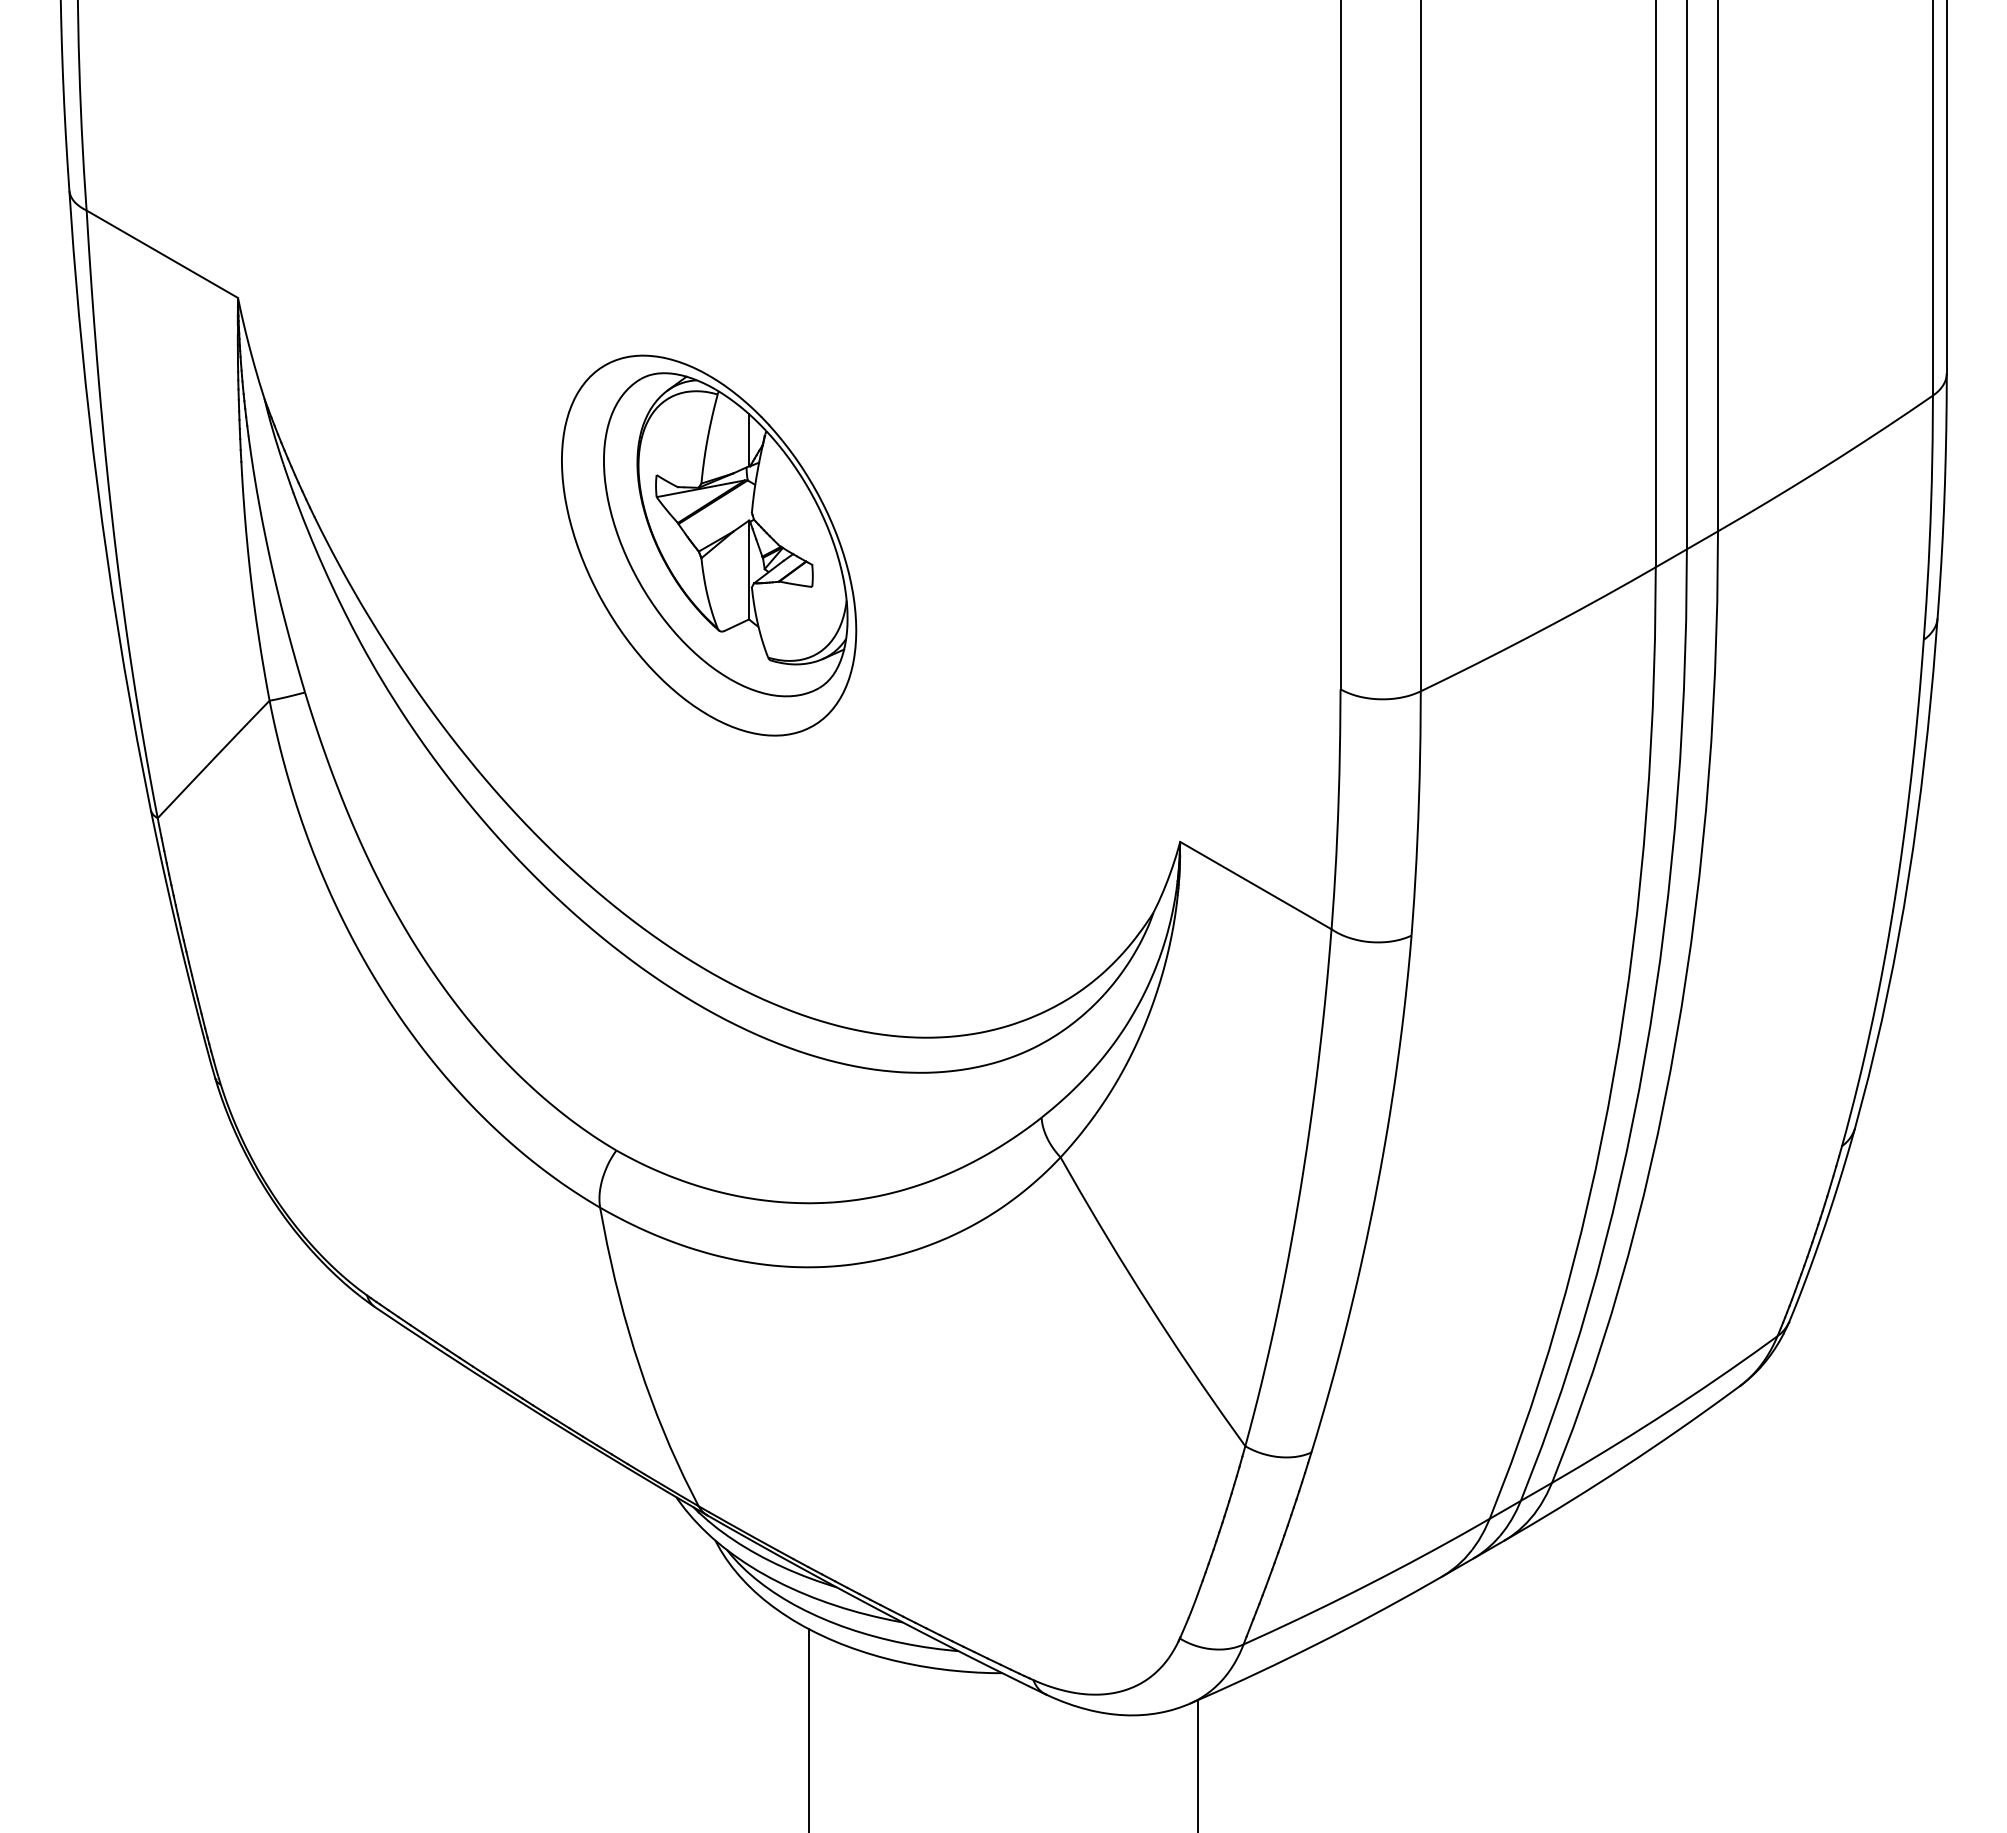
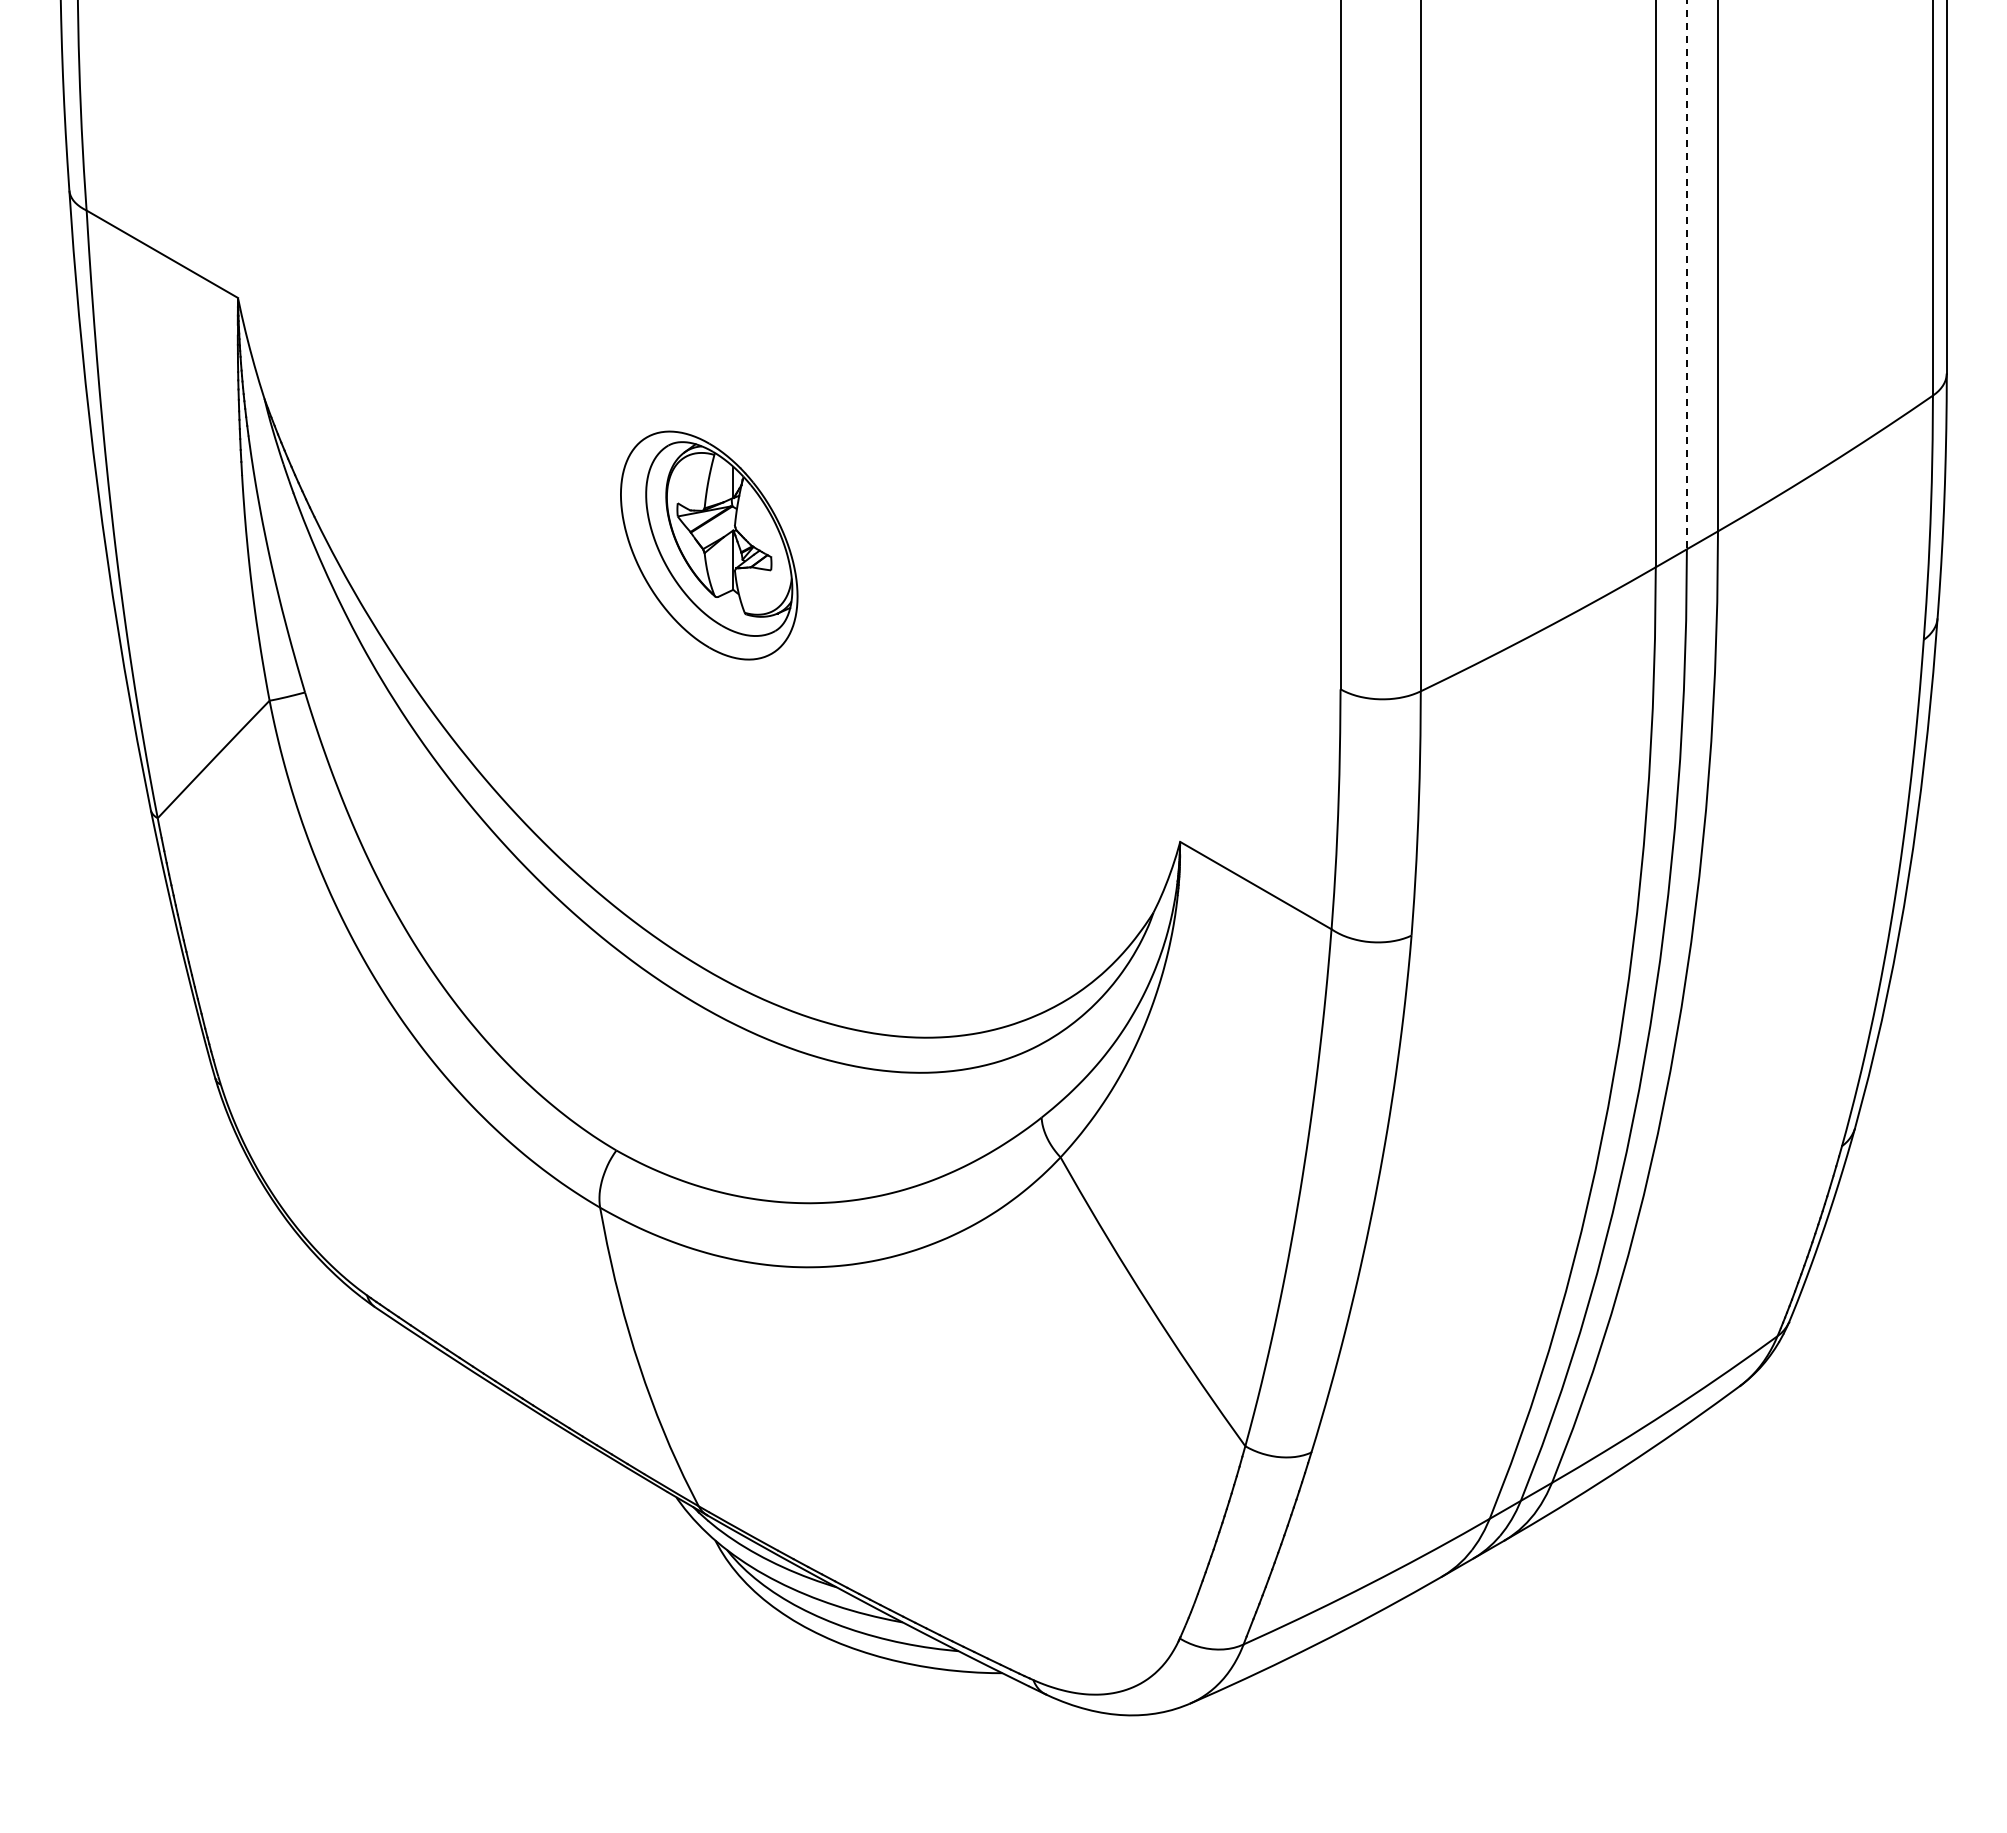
line at (1686, 275): solid -> dashed
part at (709, 545) size: 297x383 px -> 179x231 px
line at (808, 1729): present -> none
line at (1198, 1764): present -> none
